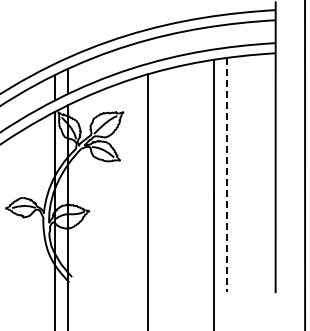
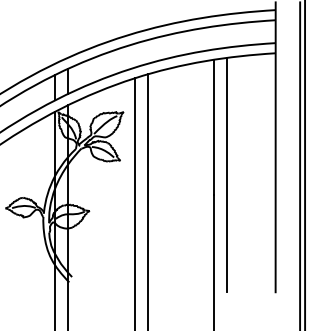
line at (300, 164): none -> present
line at (227, 175): dashed -> solid
line at (134, 202): none -> present
